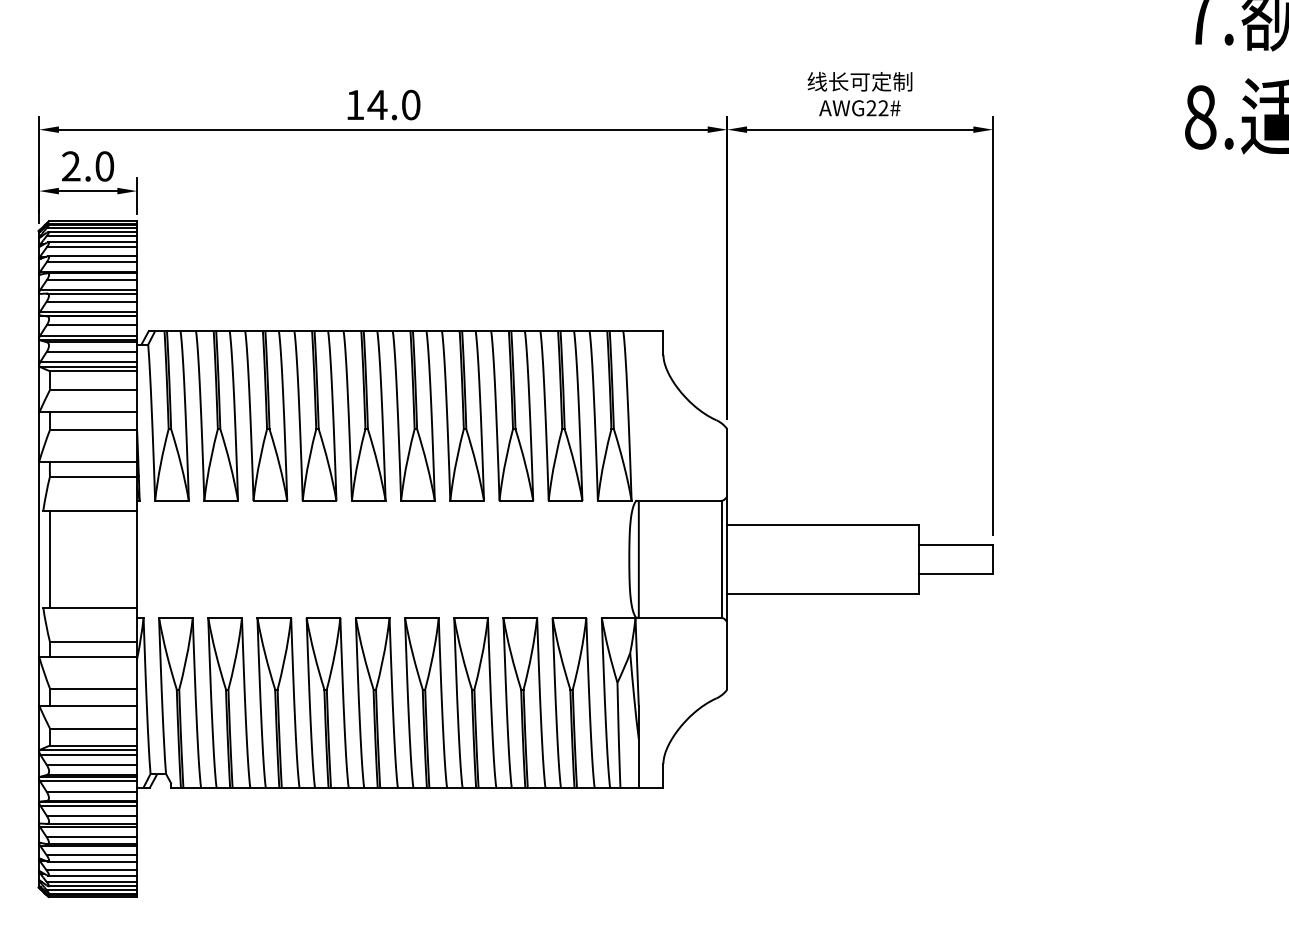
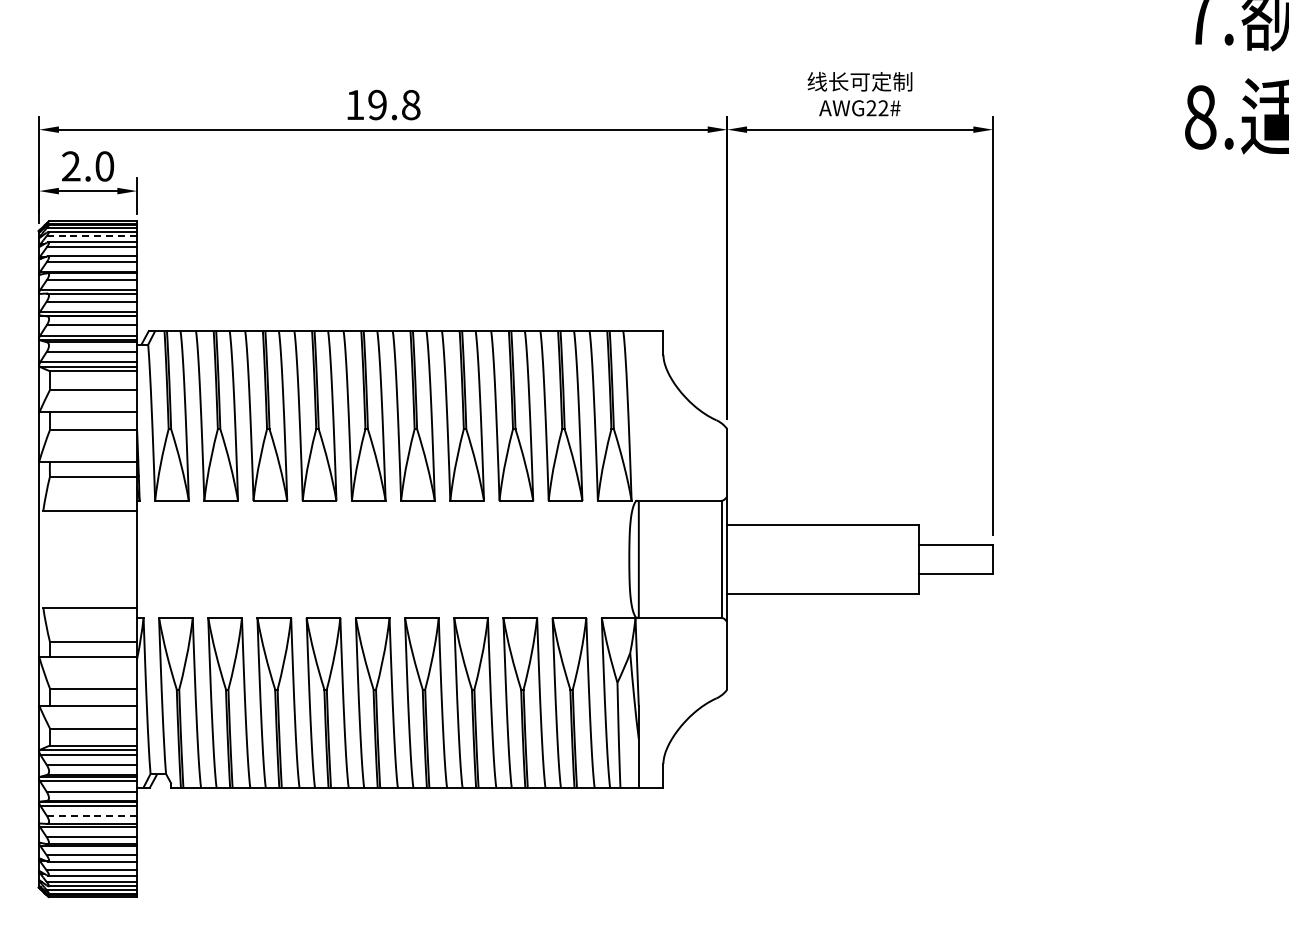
text at (393, 104): 14.0 -> 19.8
line at (91, 236): solid -> dashed
line at (49, 558): present -> none
line at (92, 815): solid -> dashed
